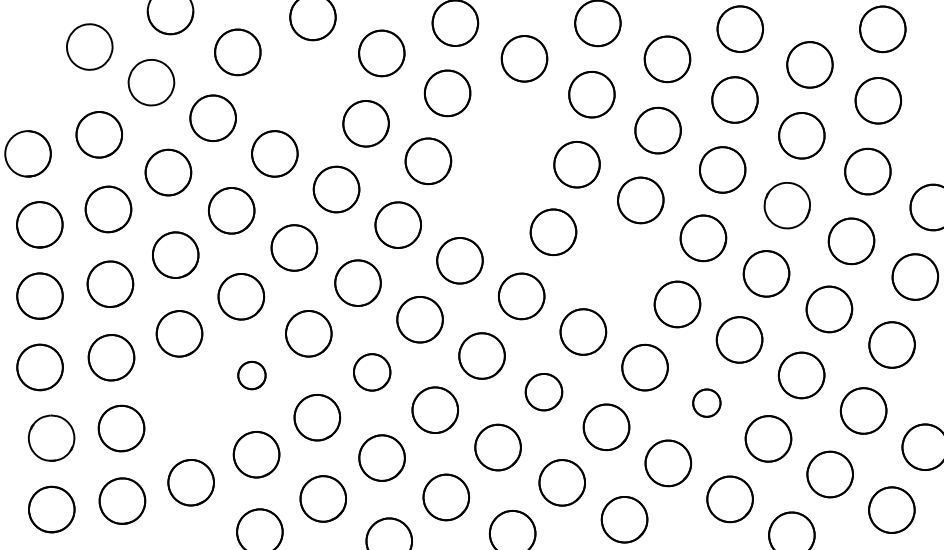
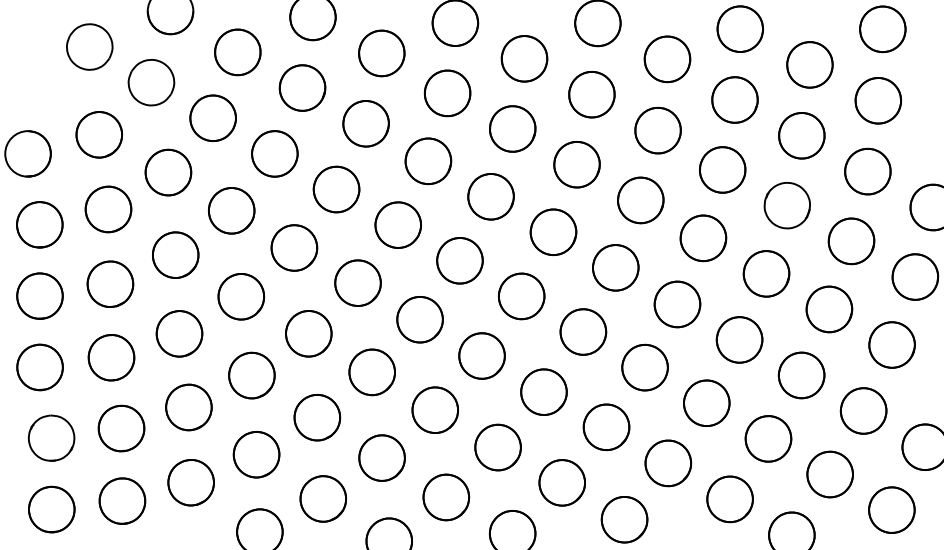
part at (302, 87): none -> present
circle at (512, 128): none -> present
circle at (490, 196): none -> present
circle at (615, 267): none -> present
part at (372, 372) size: 39x39 px -> 48x49 px
part at (251, 375) size: 30x31 px -> 48x49 px
circle at (543, 392) size: 40x39 px -> 48x48 px
circle at (706, 402) size: 30x30 px -> 48x48 px
part at (188, 407): none -> present
